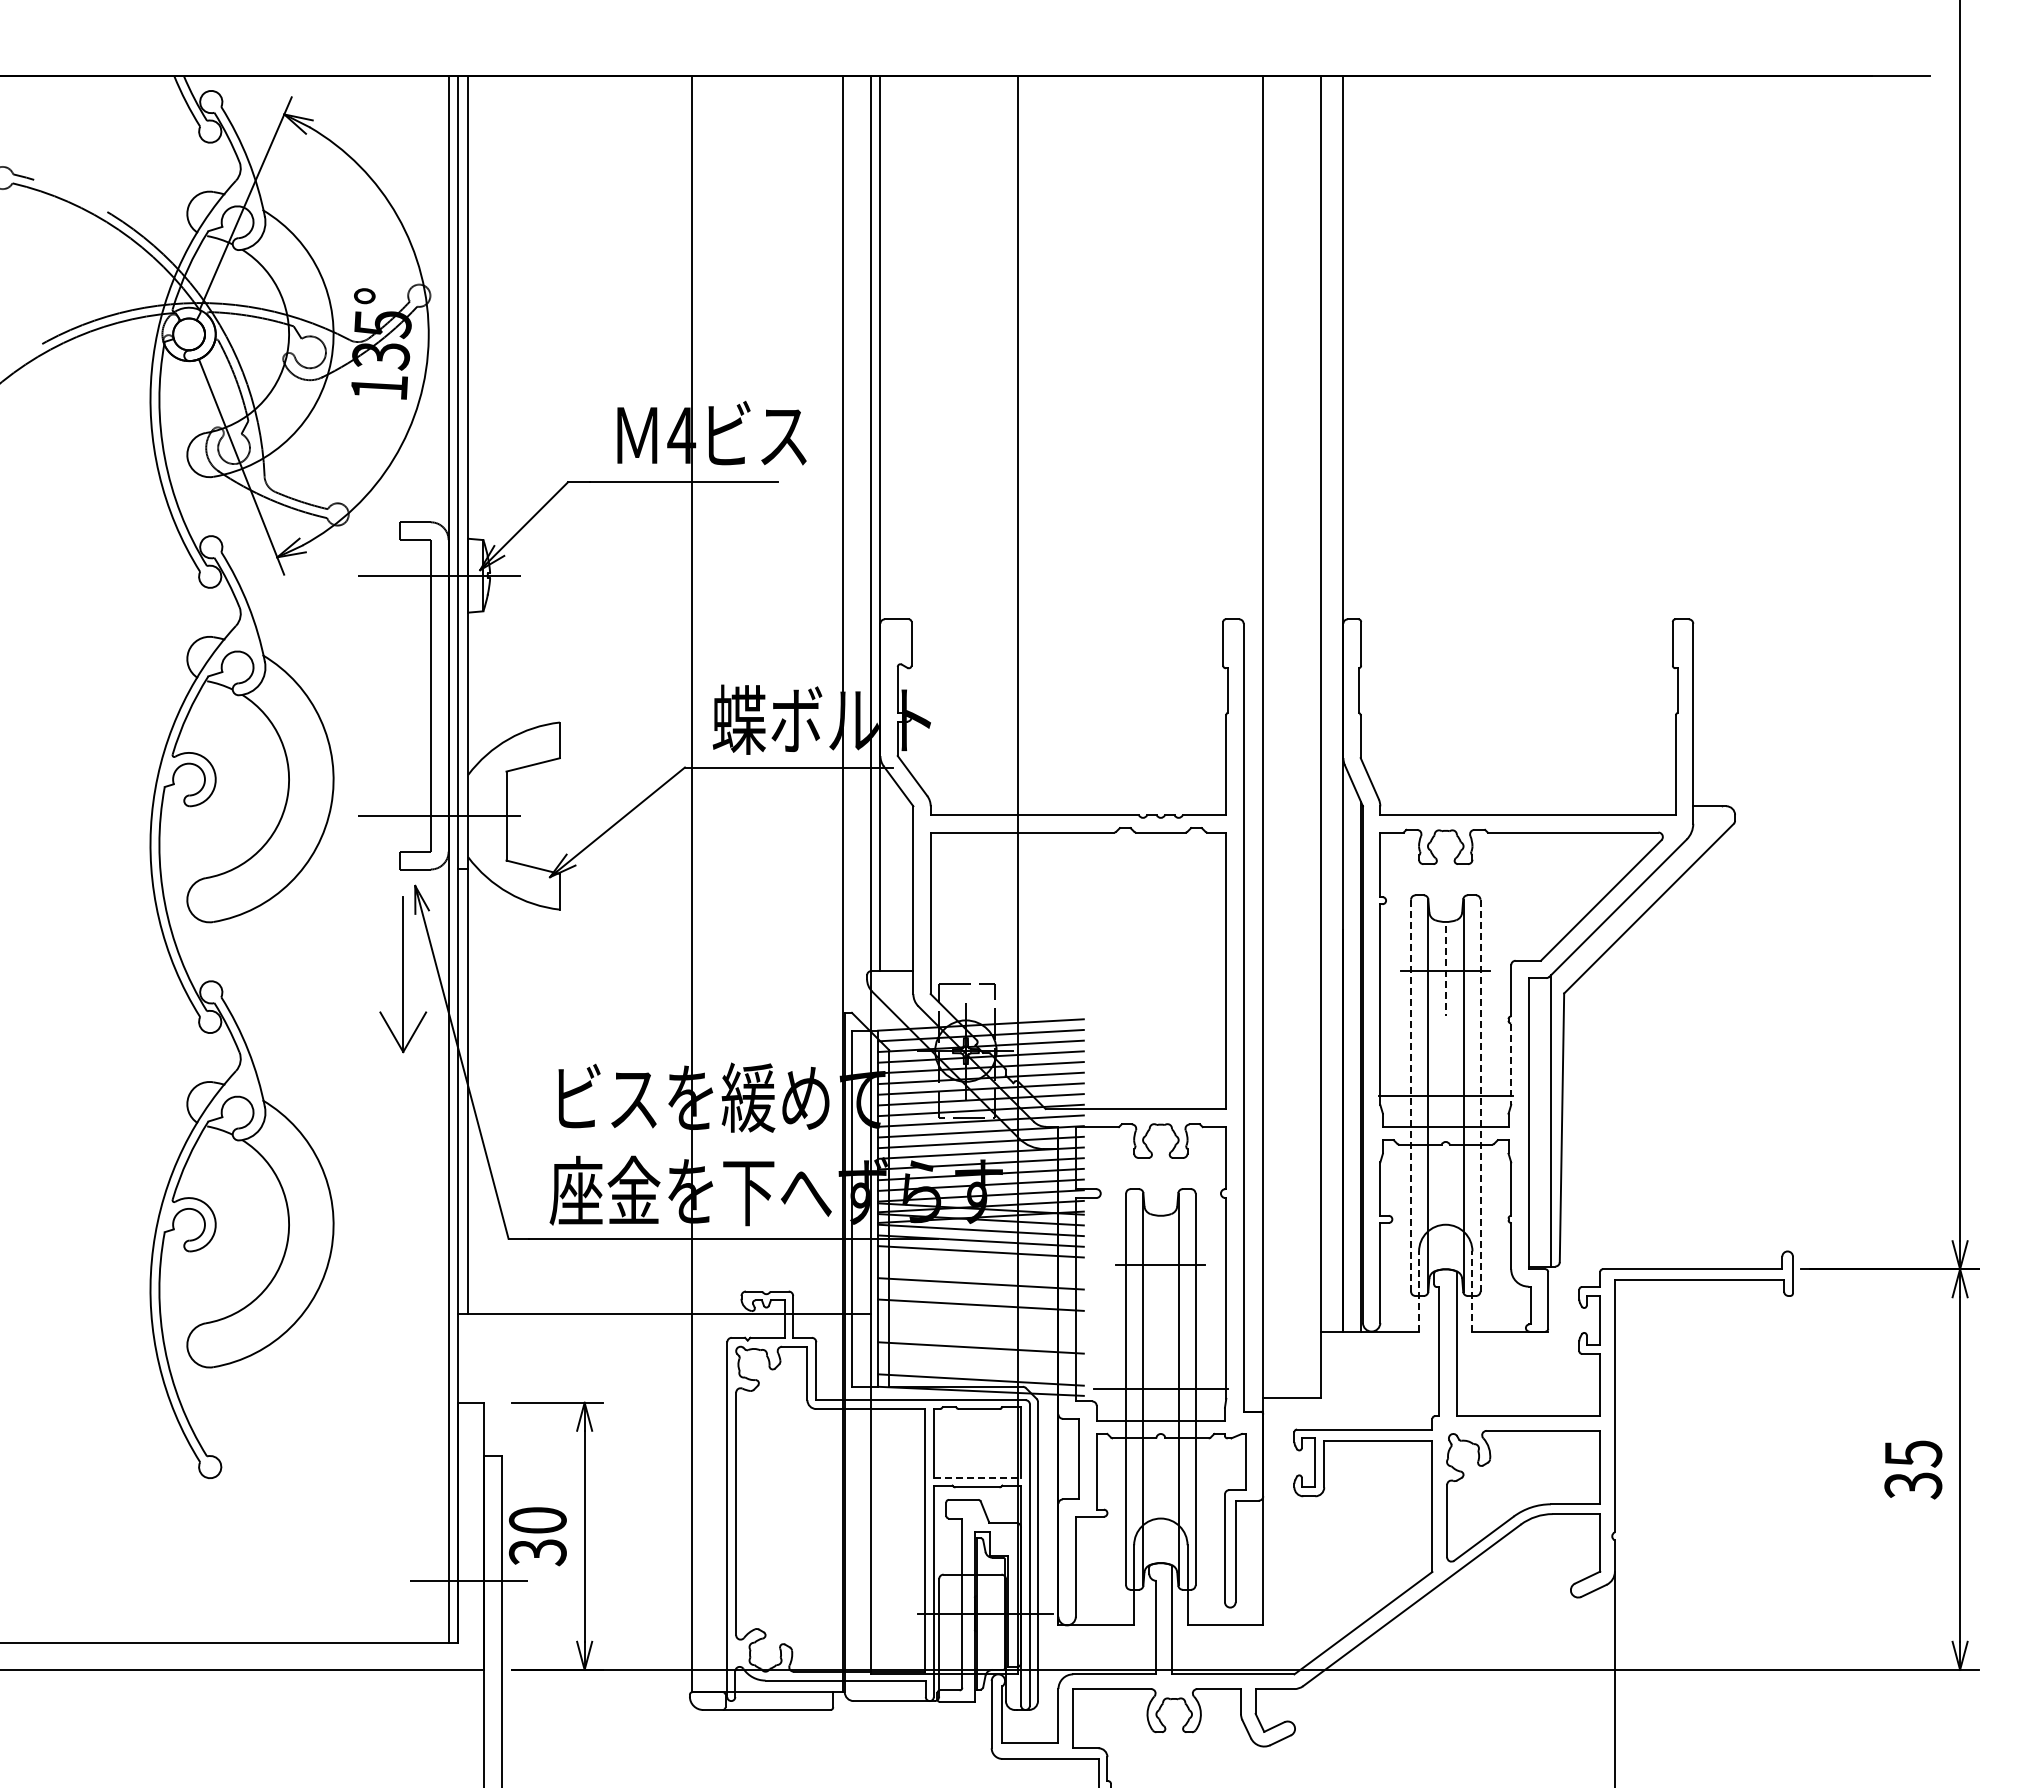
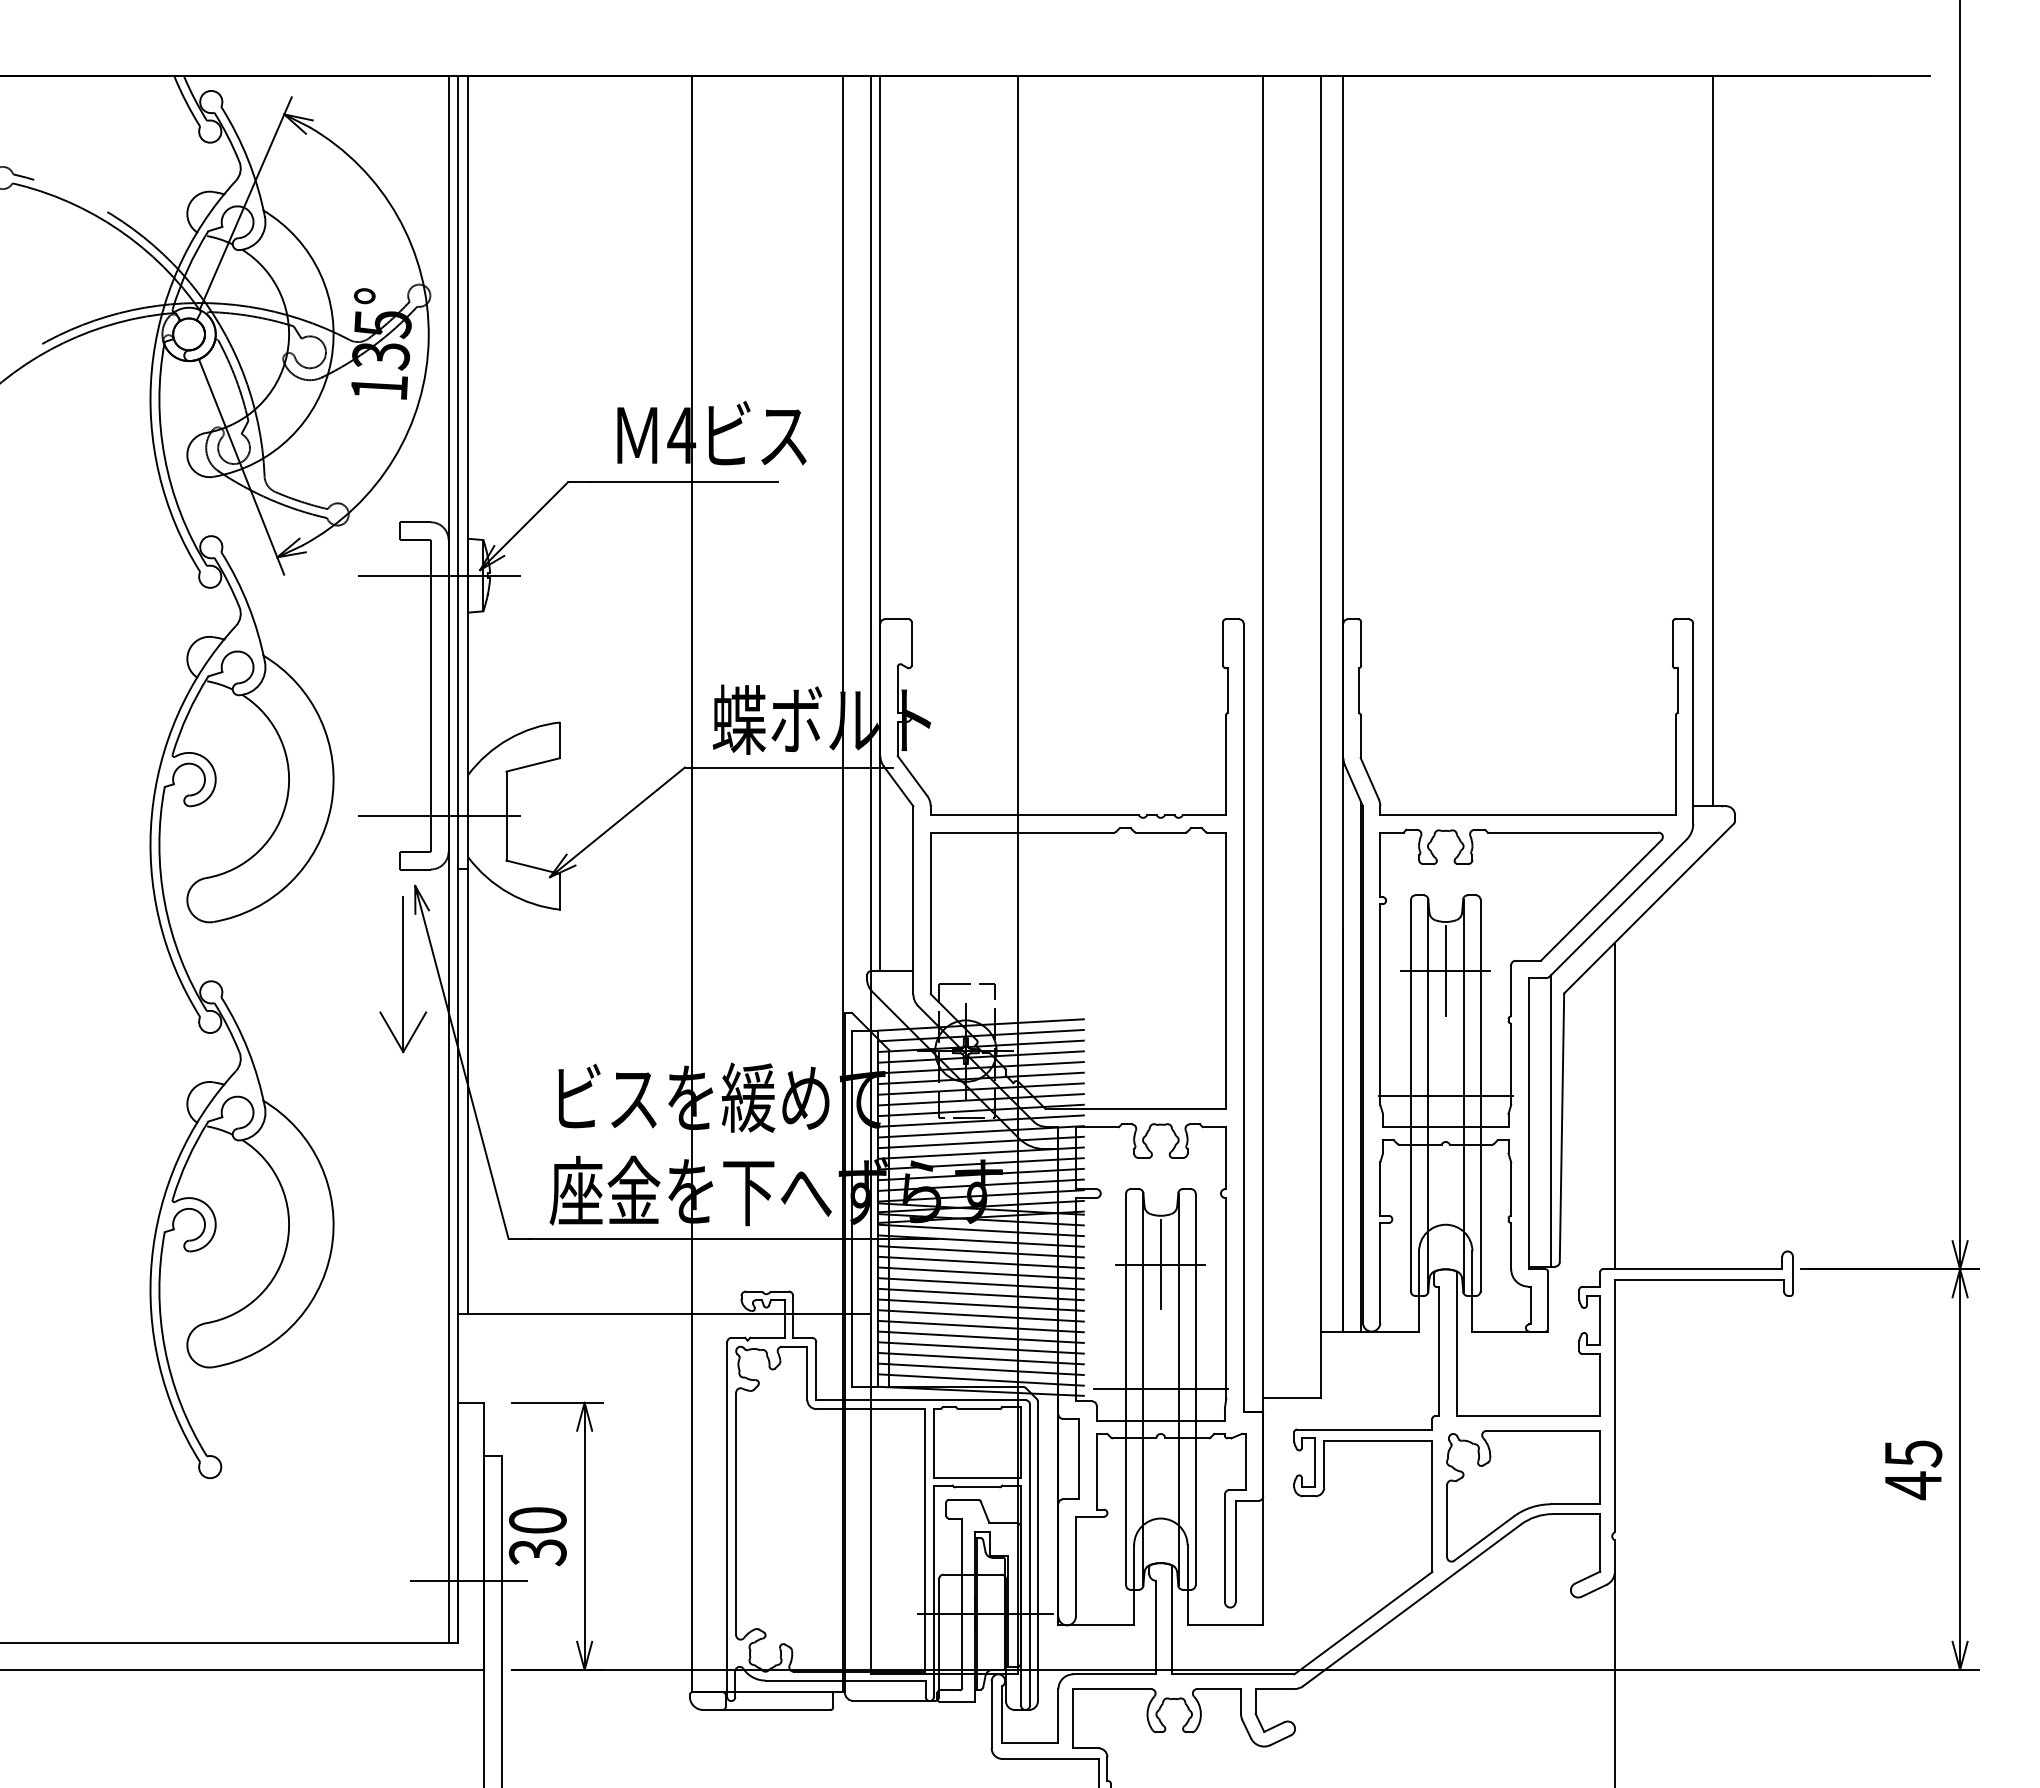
line at (1712, 440): none -> present
line at (1445, 971): dashed -> solid
line at (1511, 1064): dashed -> solid
line at (1411, 1095): dashed -> solid
line at (1480, 1095): dashed -> solid
line at (1614, 1105): none -> present
line at (980, 1262): none -> present
line at (1160, 1264): none -> present
line at (980, 1272): none -> present
line at (1419, 1291): dashed -> solid
line at (1472, 1291): dashed -> solid
line at (980, 1294): none -> present
line at (980, 1315): none -> present
line at (980, 1326): none -> present
line at (980, 1336): none -> present
line at (980, 1358): none -> present
line at (980, 1369): none -> present
line at (977, 1478): dashed -> solid
text at (1913, 1485): 35 -> 45
